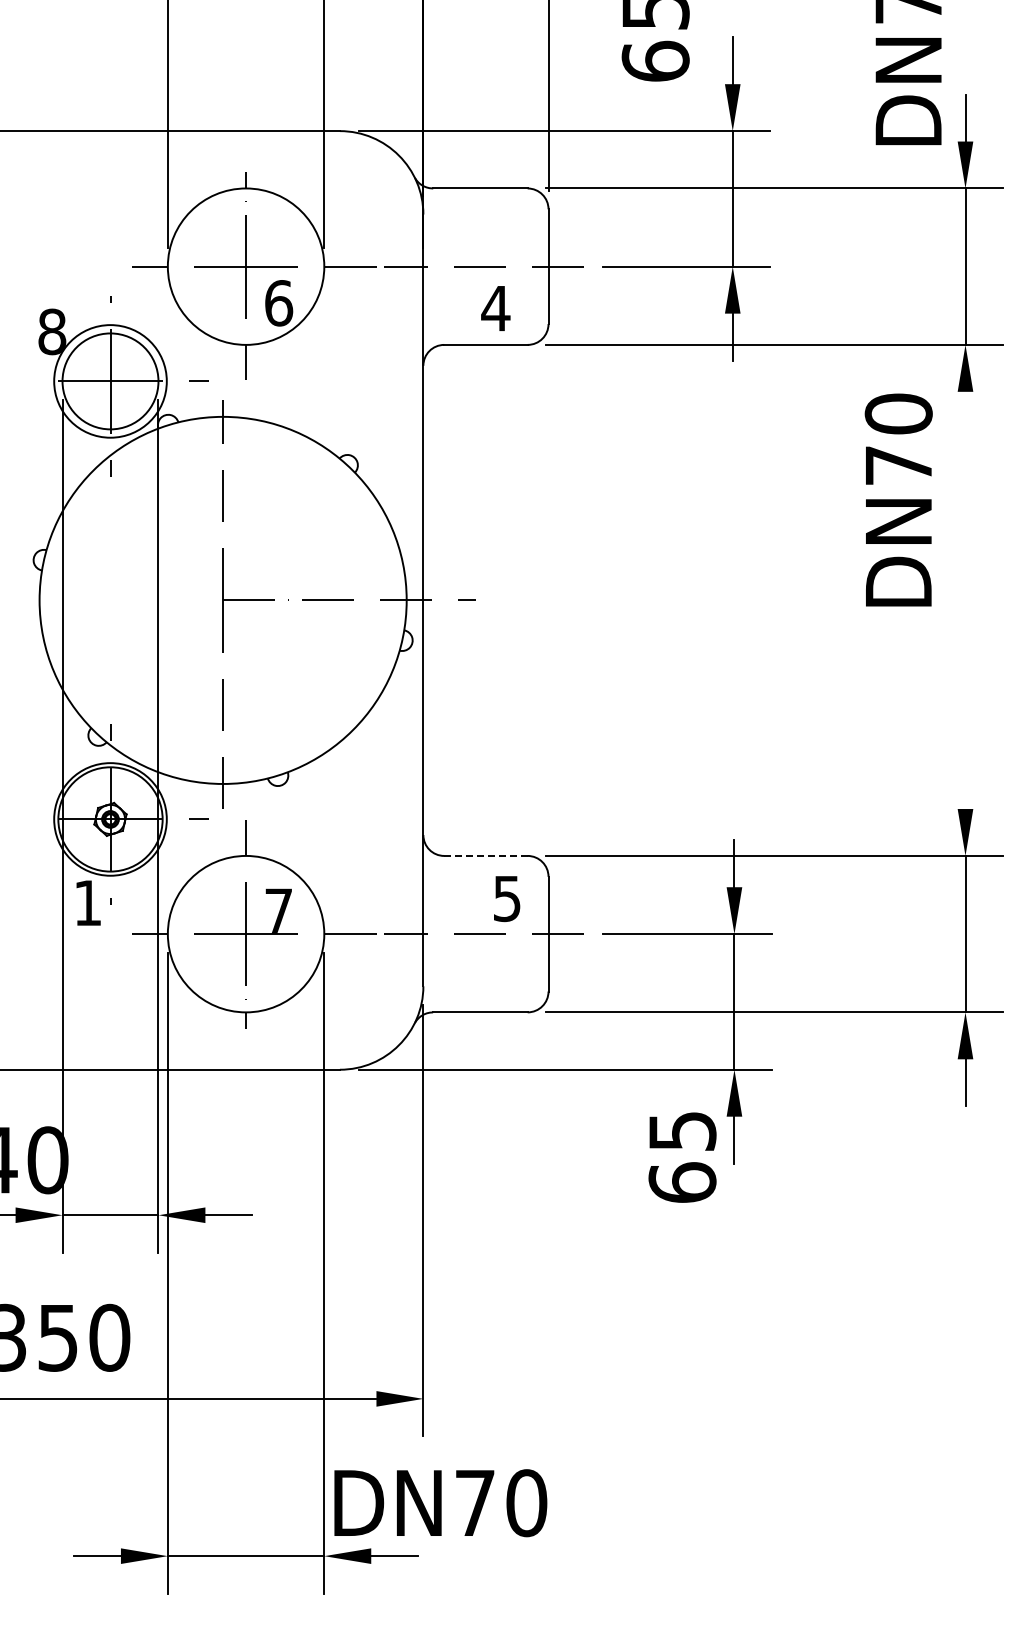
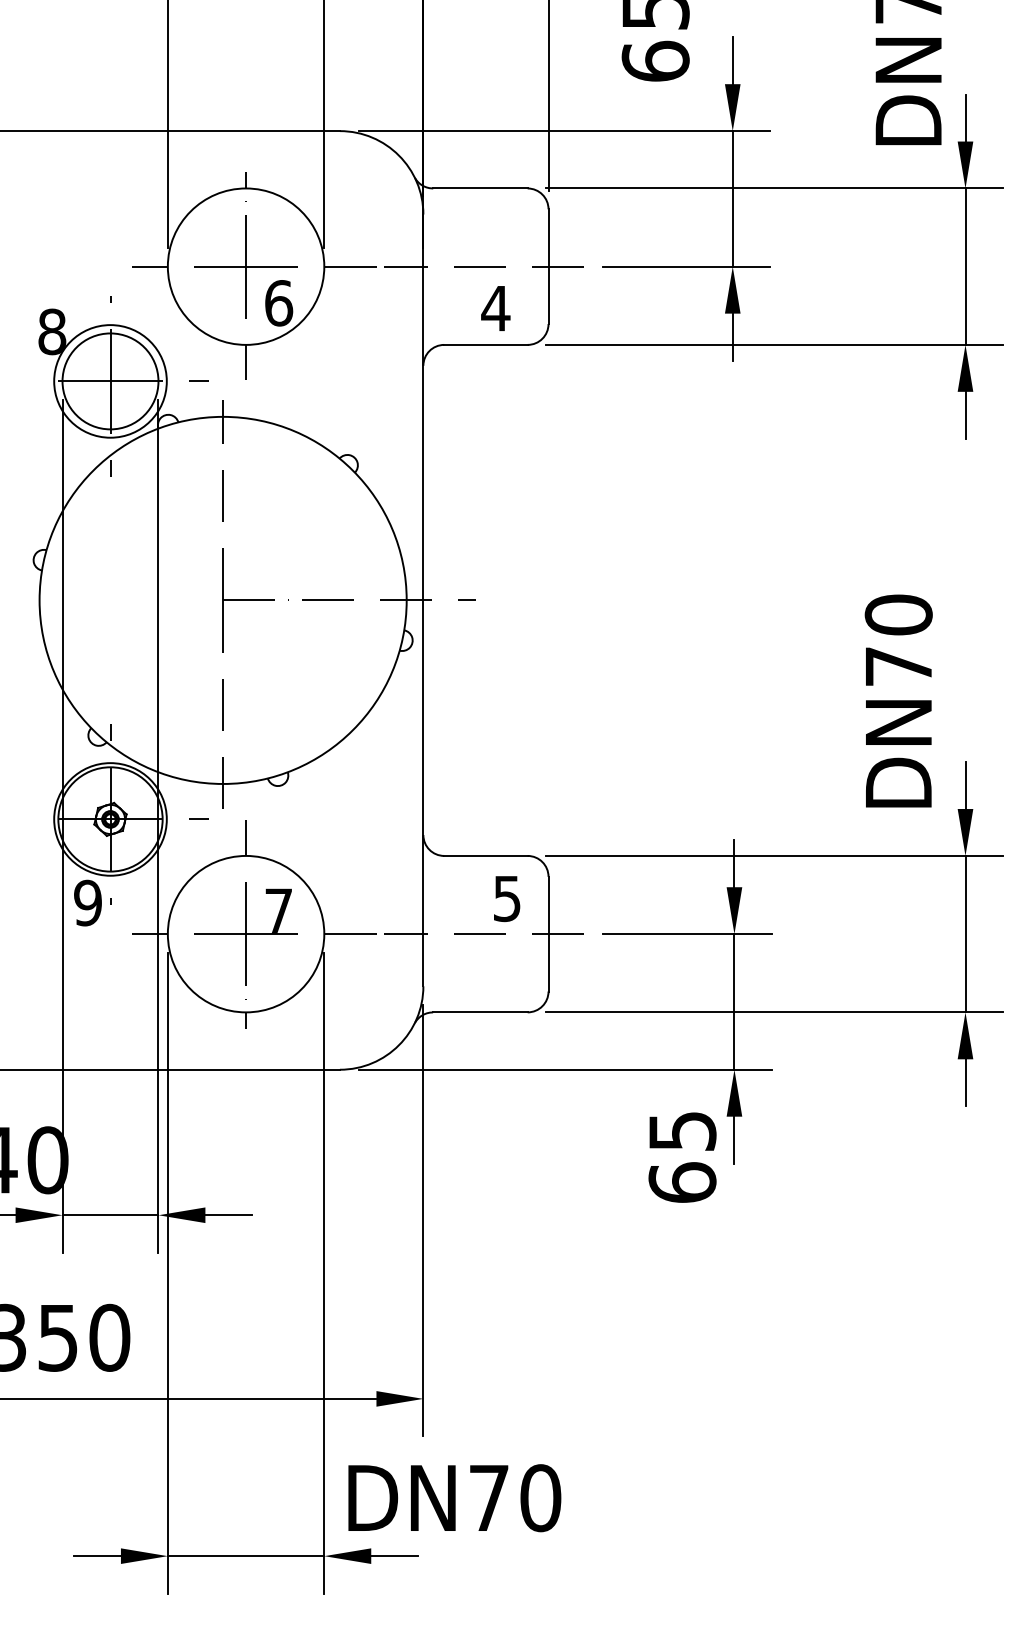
line at (965, 414): none -> present
text at (898, 499) position: (898, 499) -> (898, 700)
line at (965, 785): none -> present
line at (485, 855): dashed -> solid
text at (87, 902): 1 -> 9
text at (440, 1503) position: (440, 1503) -> (454, 1498)
